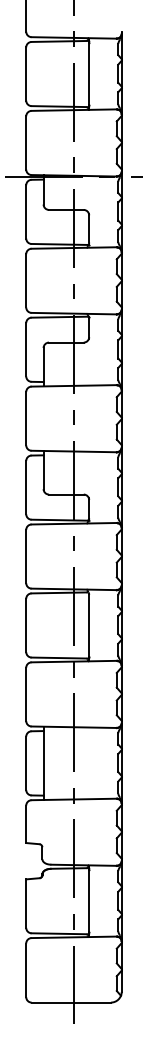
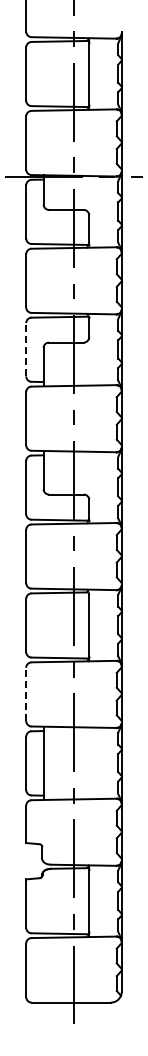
line at (26, 349): solid -> dashed
line at (26, 694): solid -> dashed
